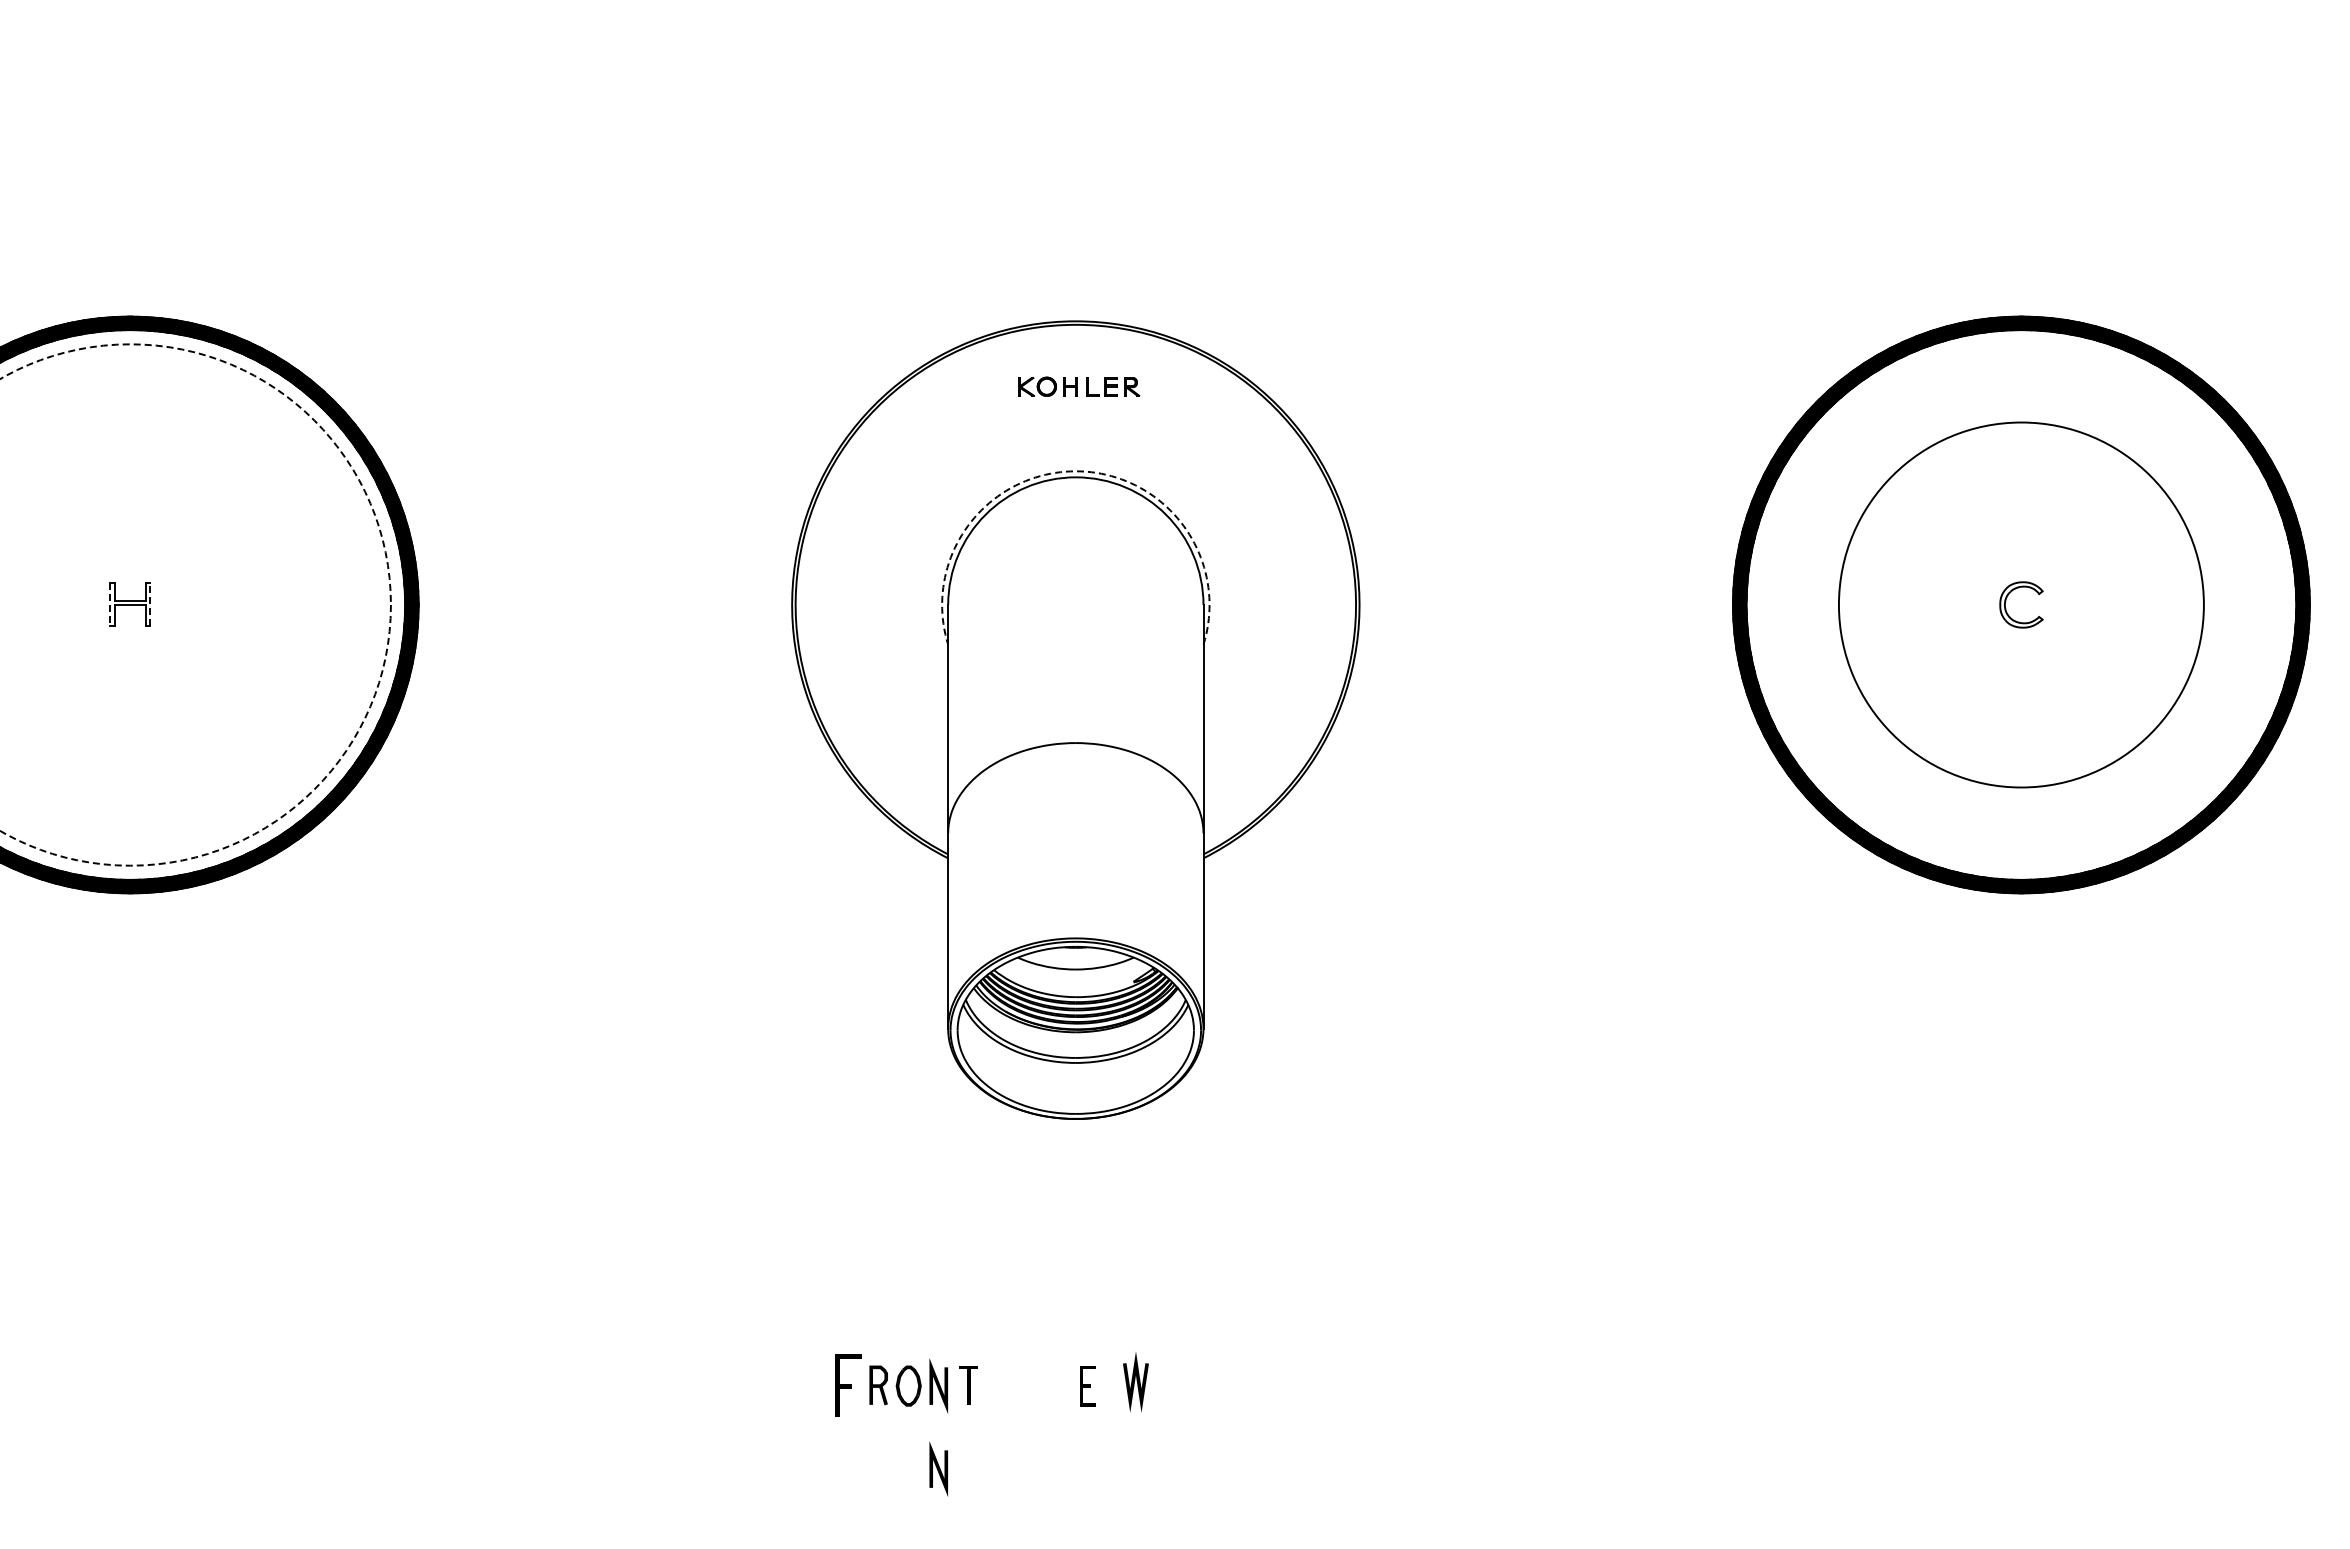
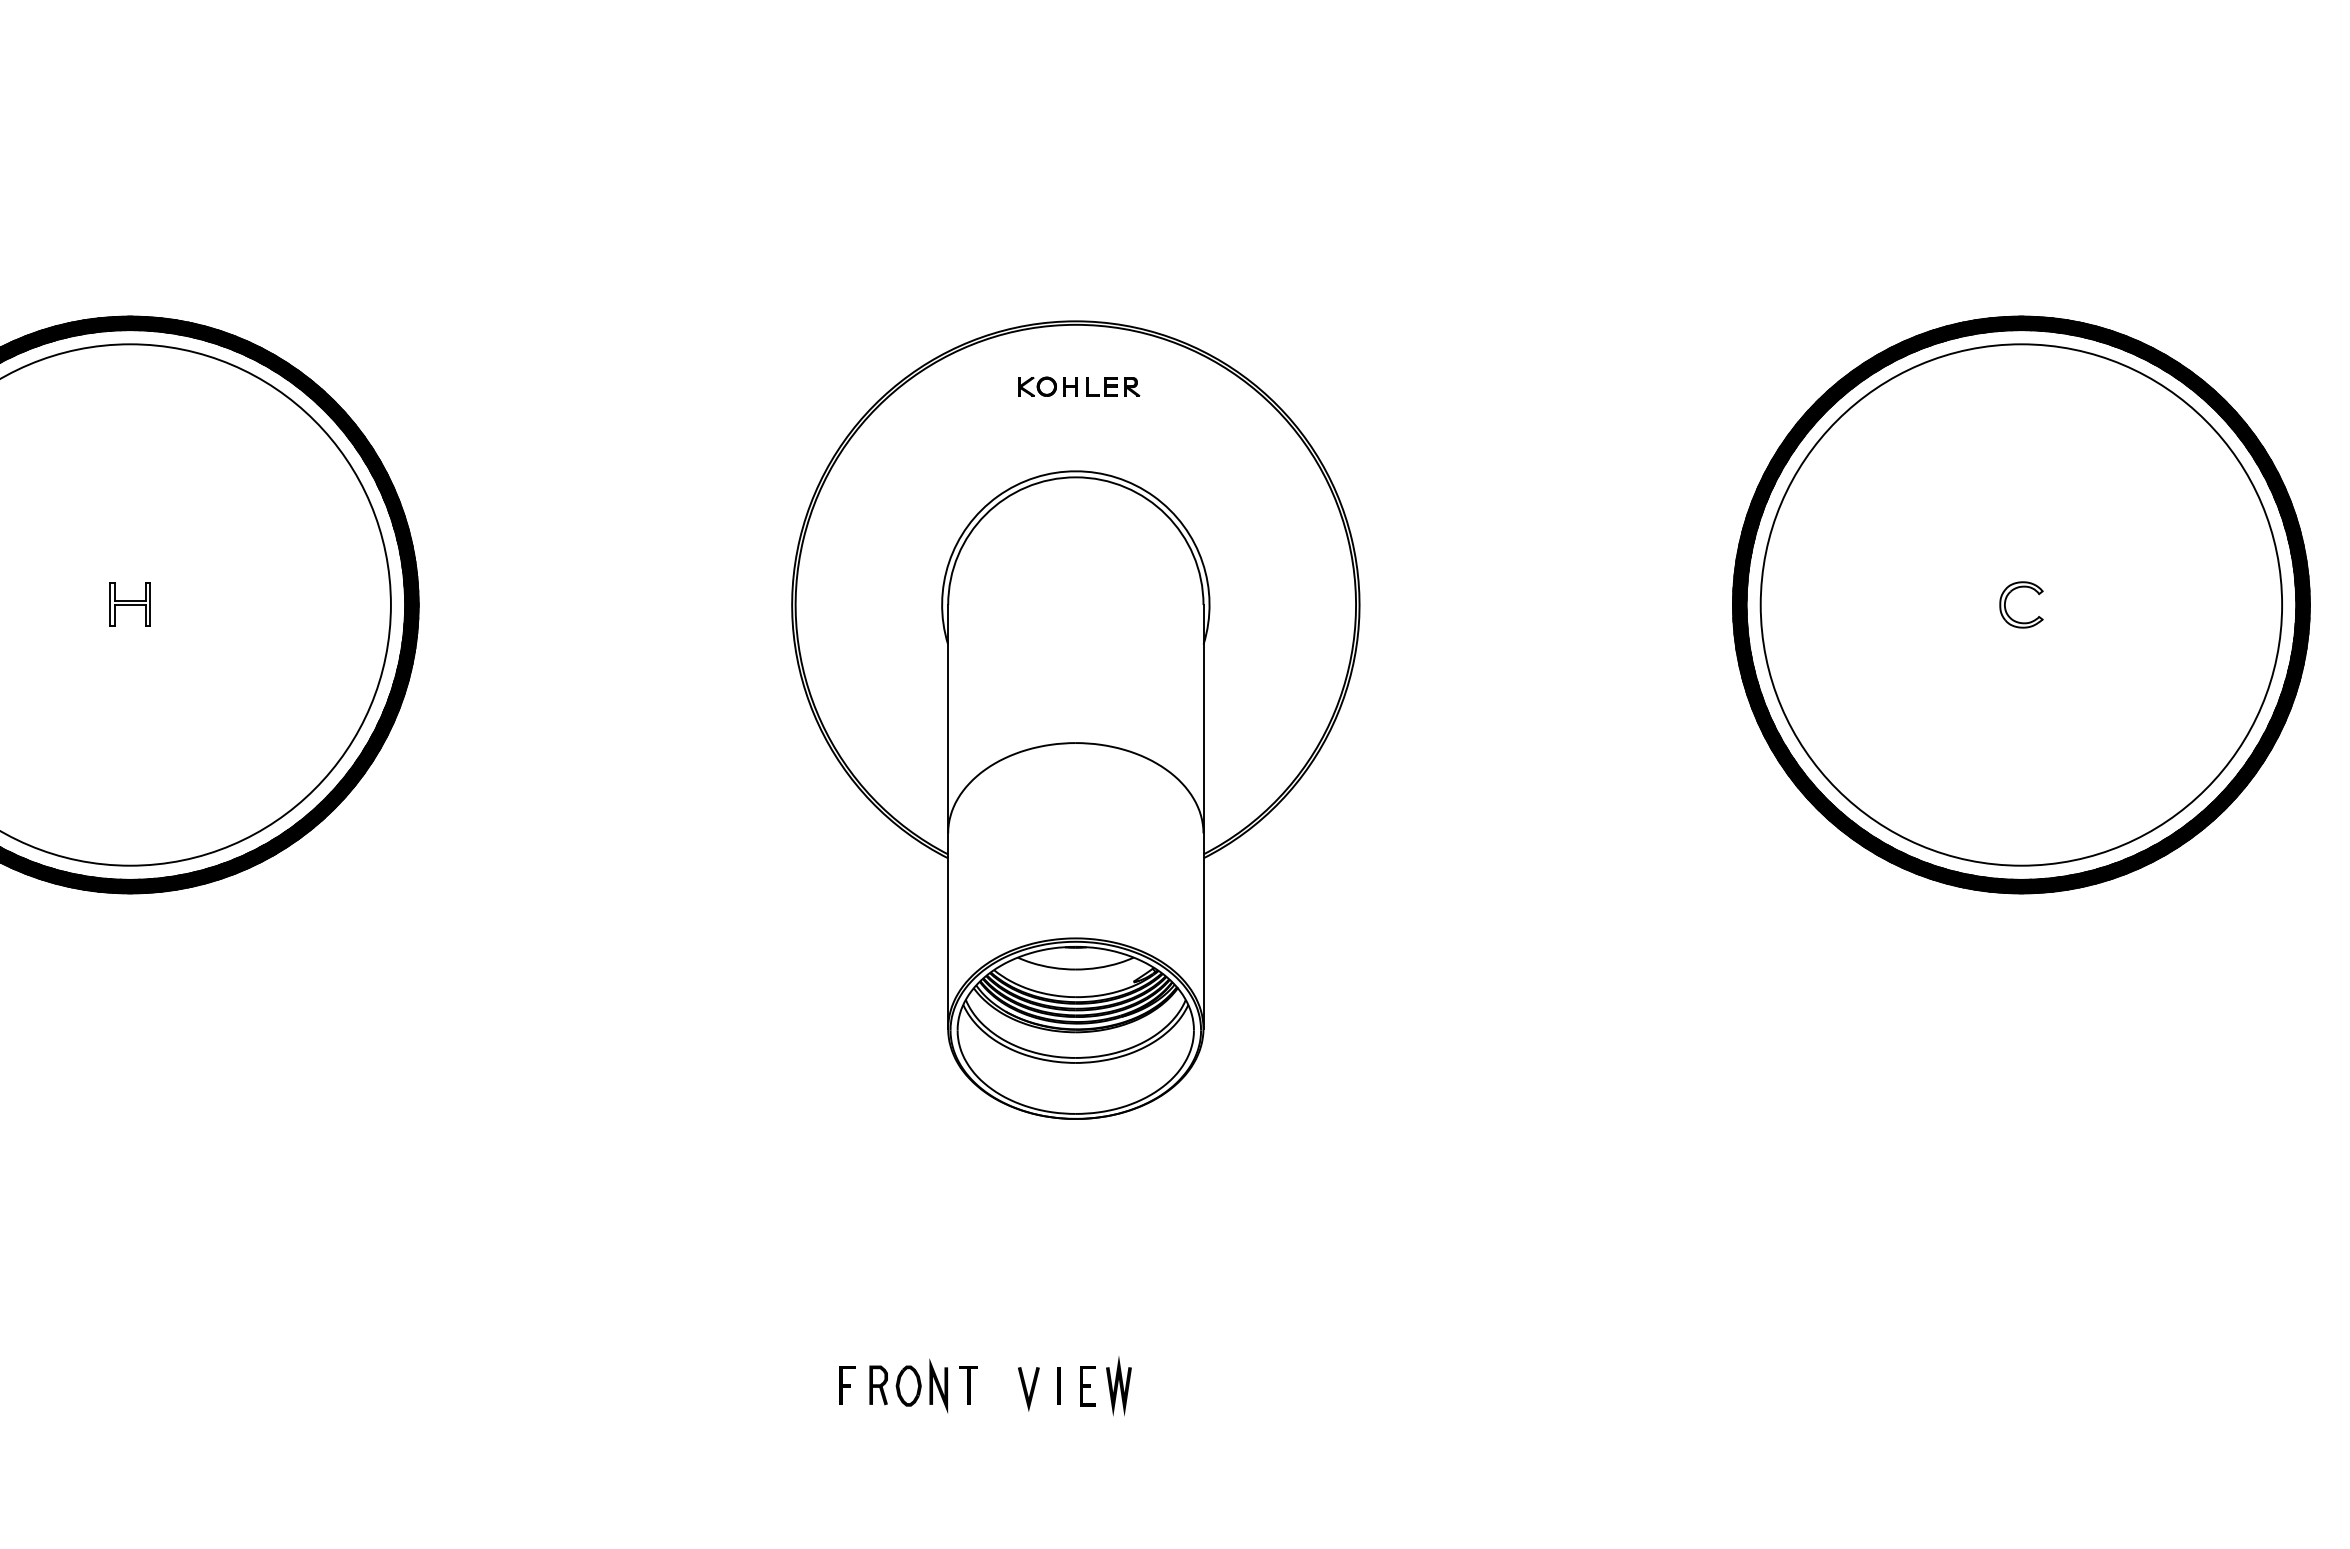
arc at (1075, 471): dashed -> solid
line at (110, 604): dashed -> solid
line at (150, 604): dashed -> solid
circle at (195, 604): dashed -> solid
circle at (2020, 604) diameter: 365 px -> 521 px
line at (1134, 1382) position: (1134, 1382) -> (1117, 1386)
part at (848, 1385) size: 27x63 px -> 17x39 px
line at (1058, 1385): none -> present
line at (1027, 1390): none -> present
line at (938, 1468): present -> none
